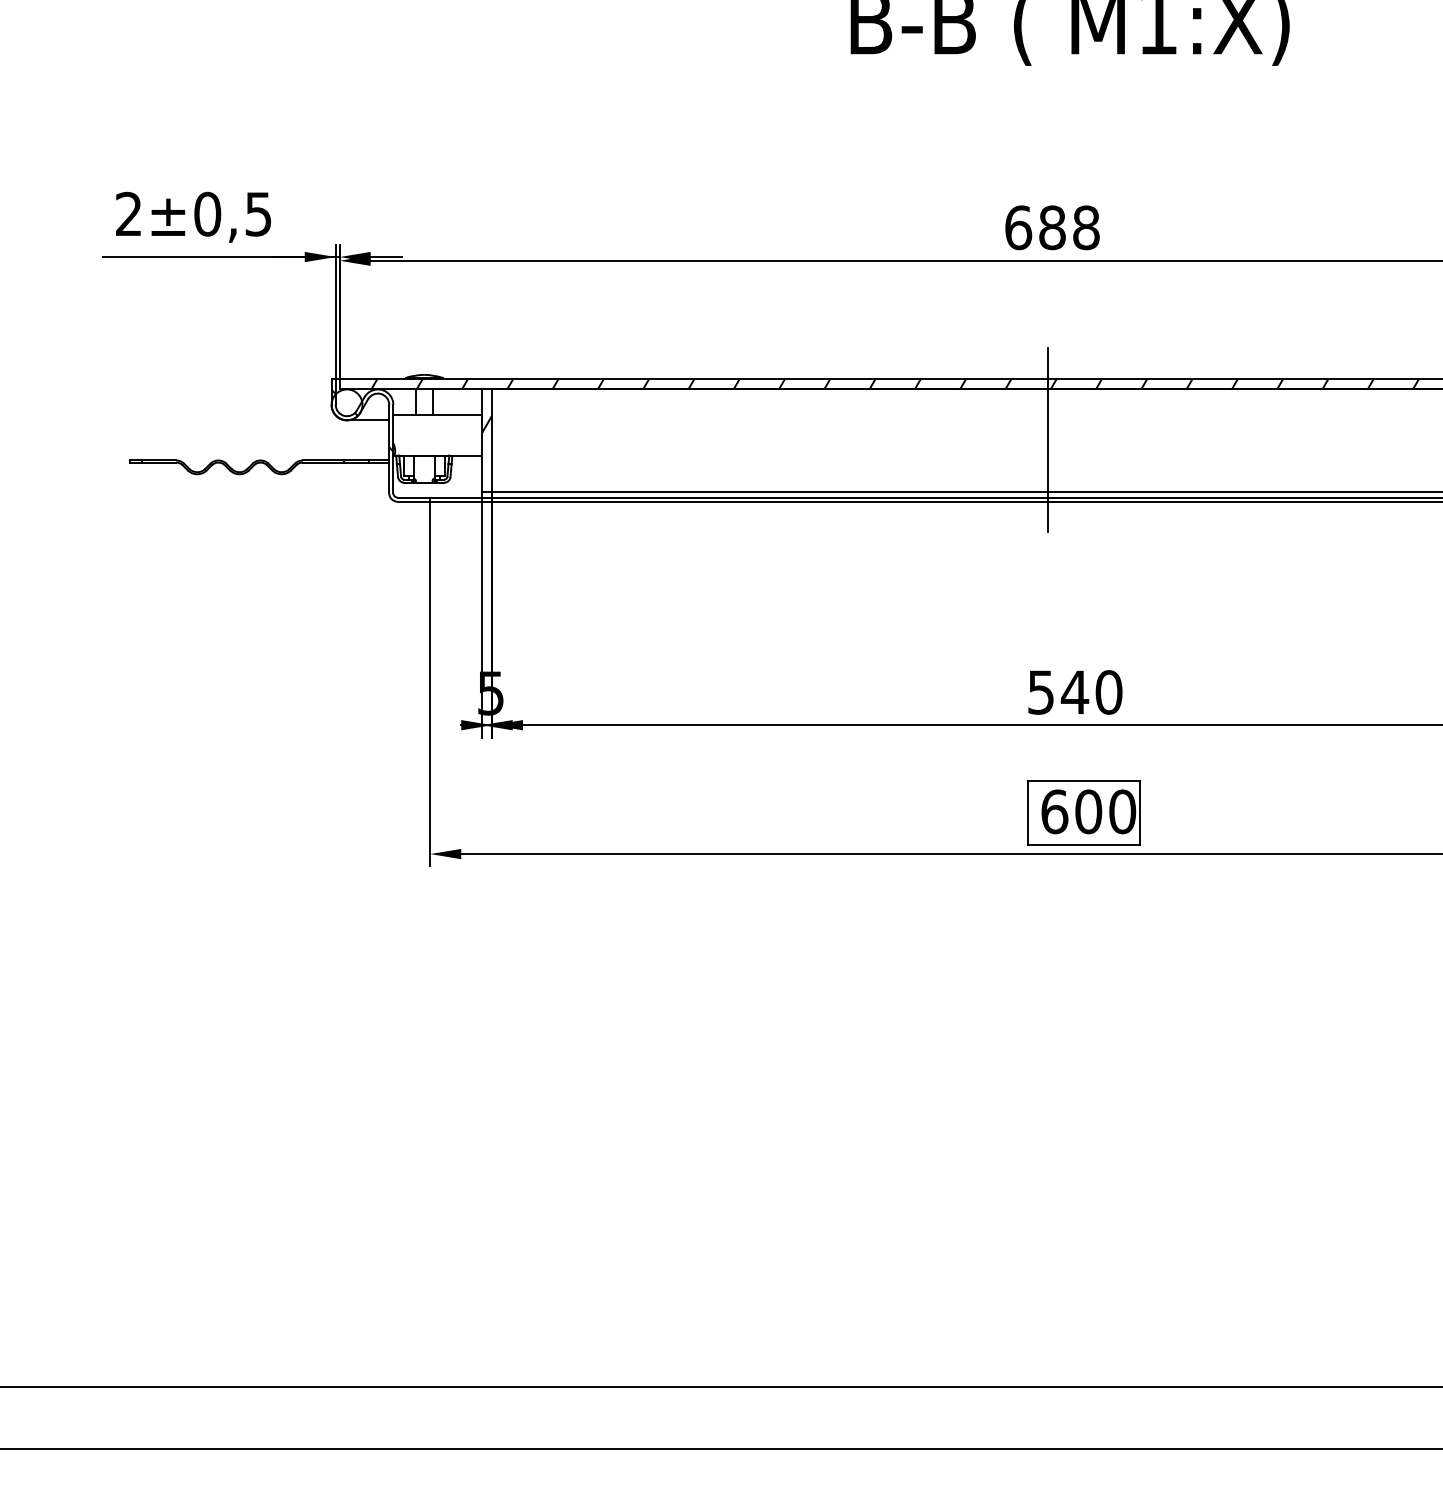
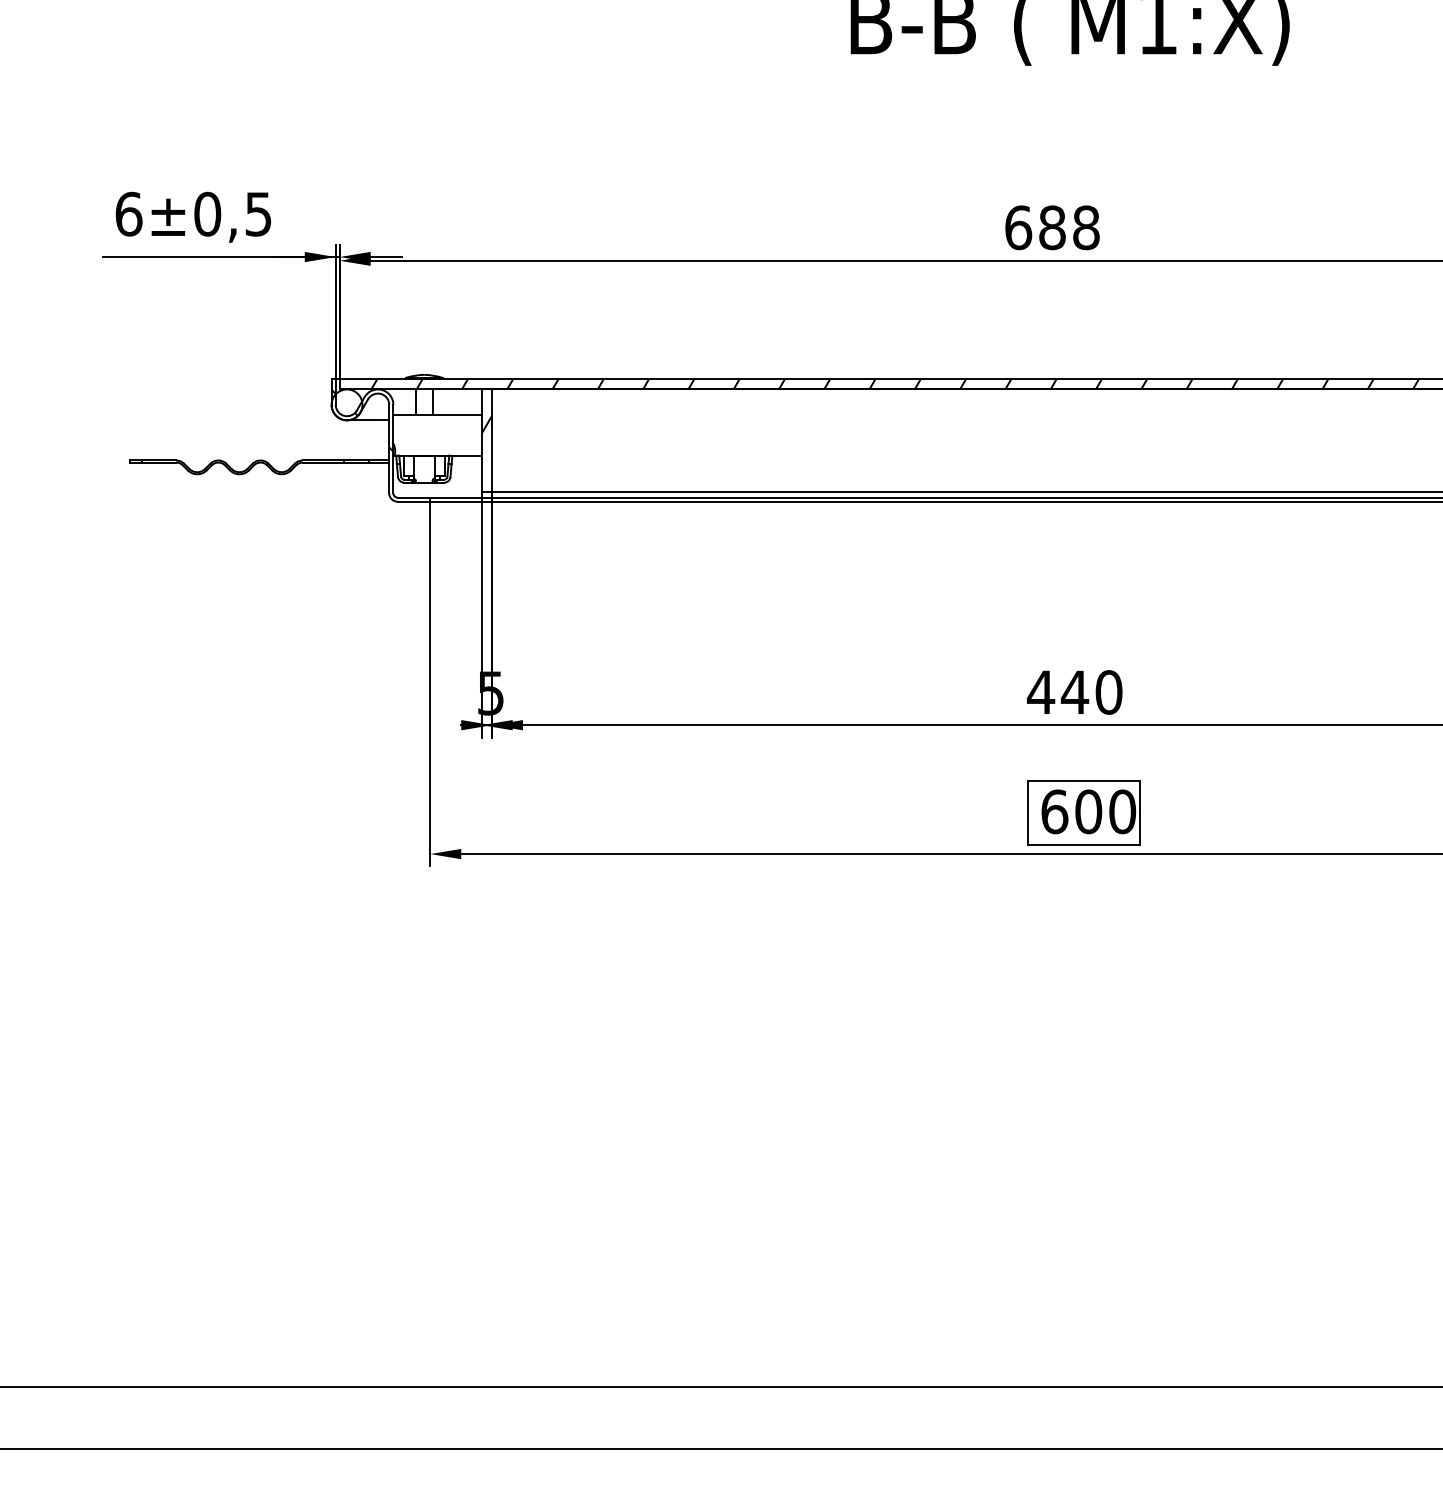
text at (128, 213): 2 -> 6
line at (1048, 440): present -> none
text at (1041, 692): 540 -> 440
